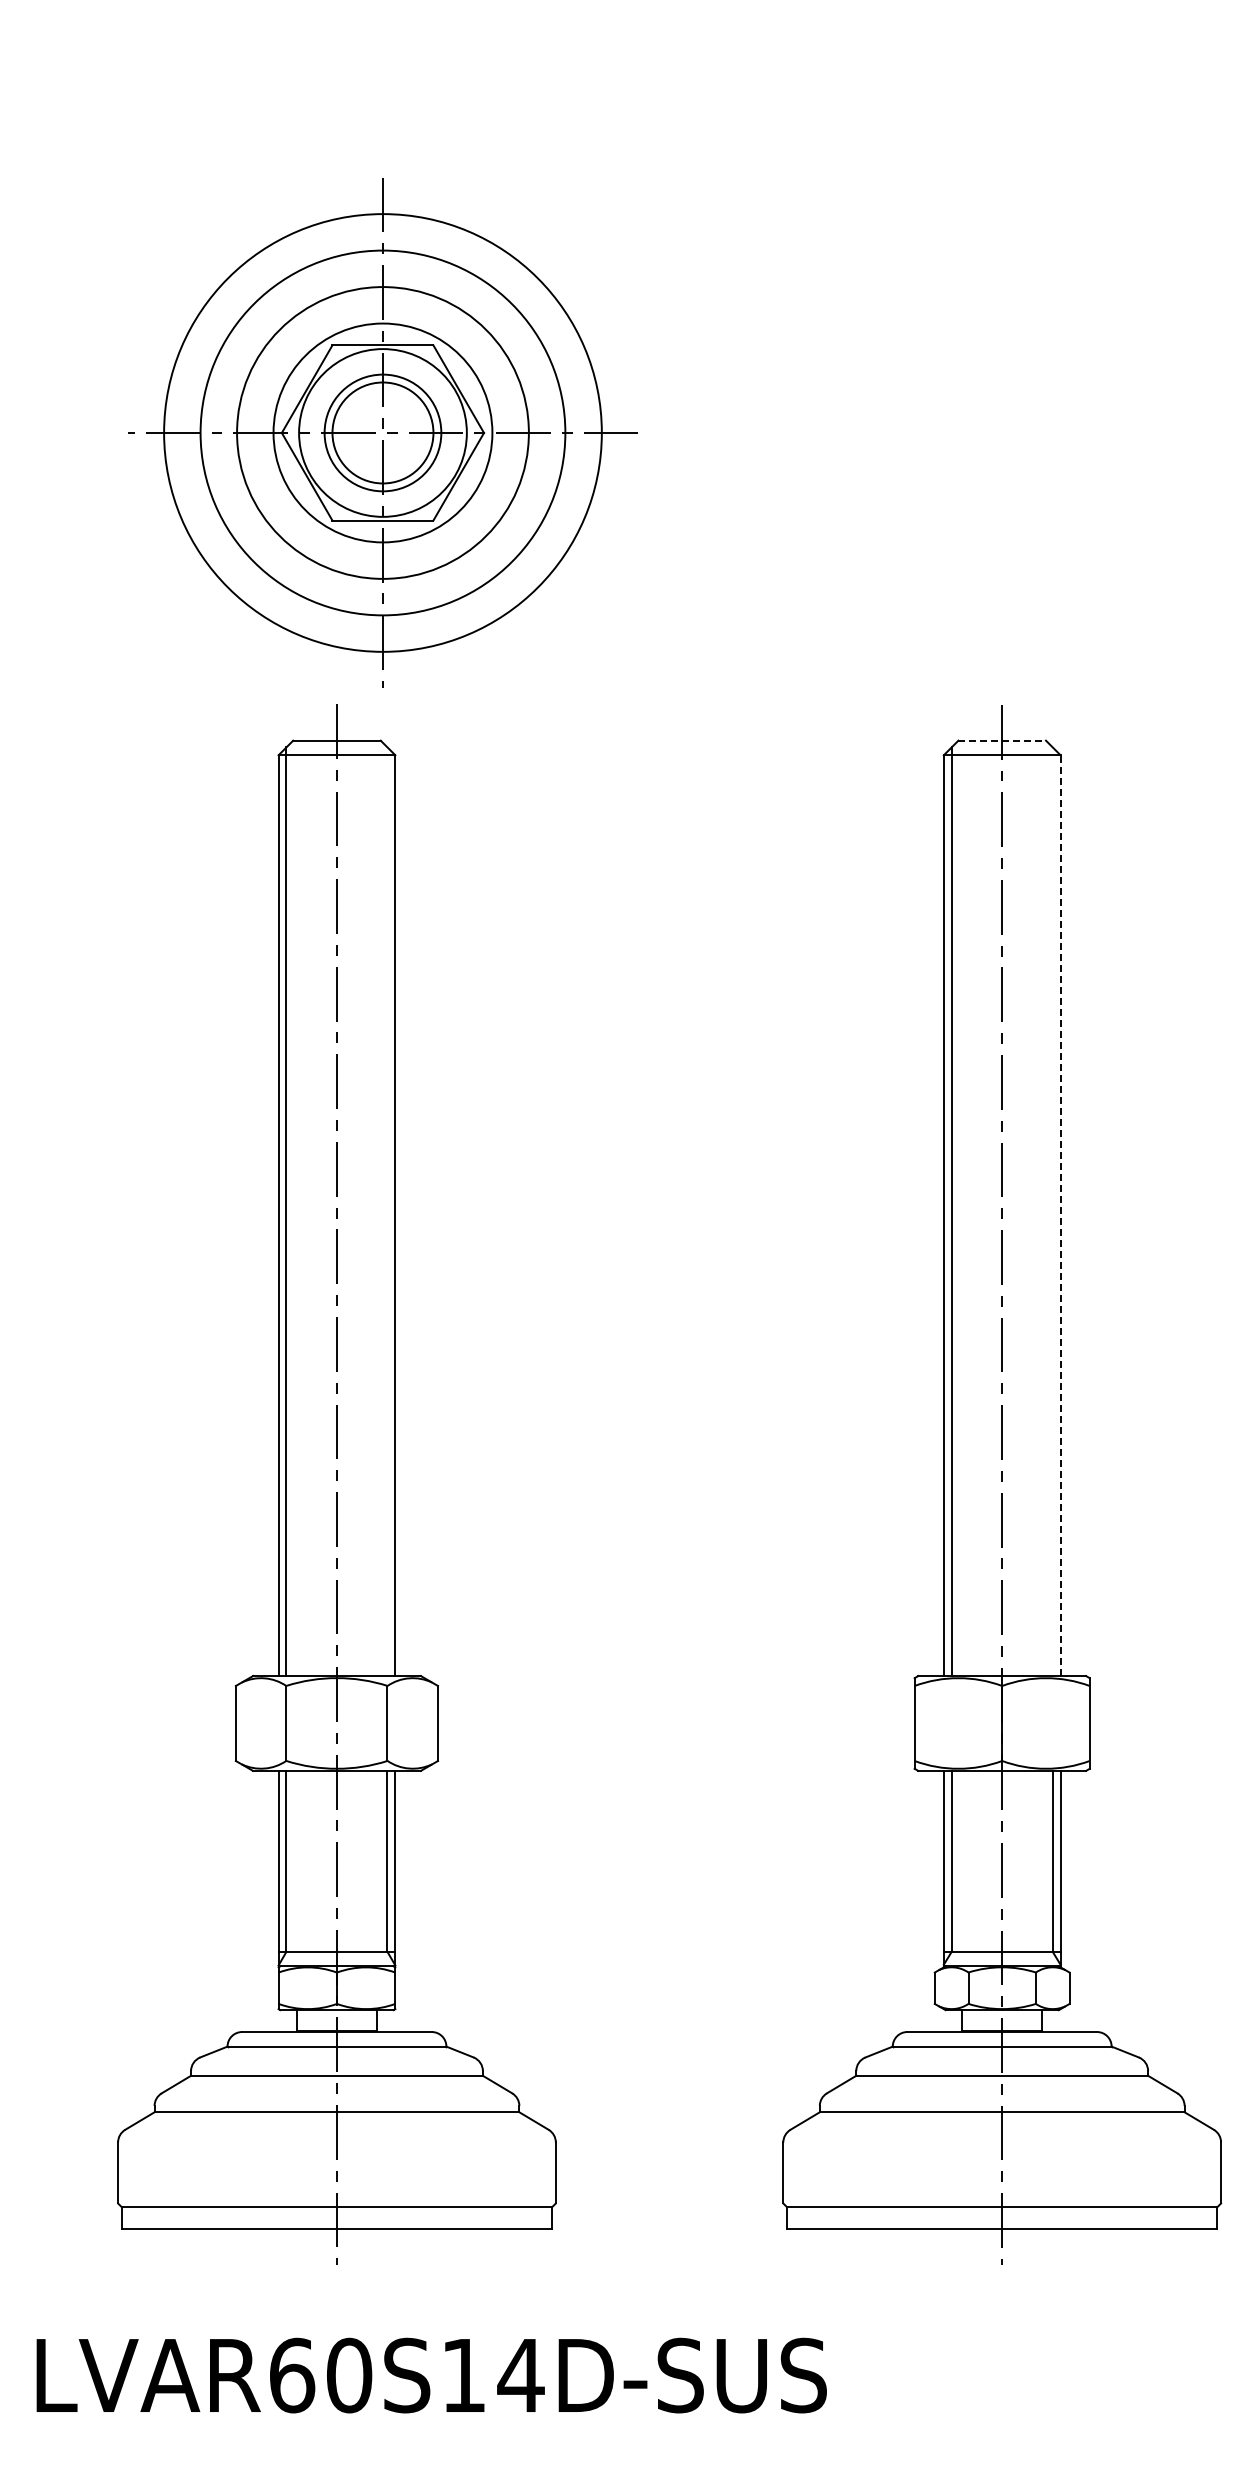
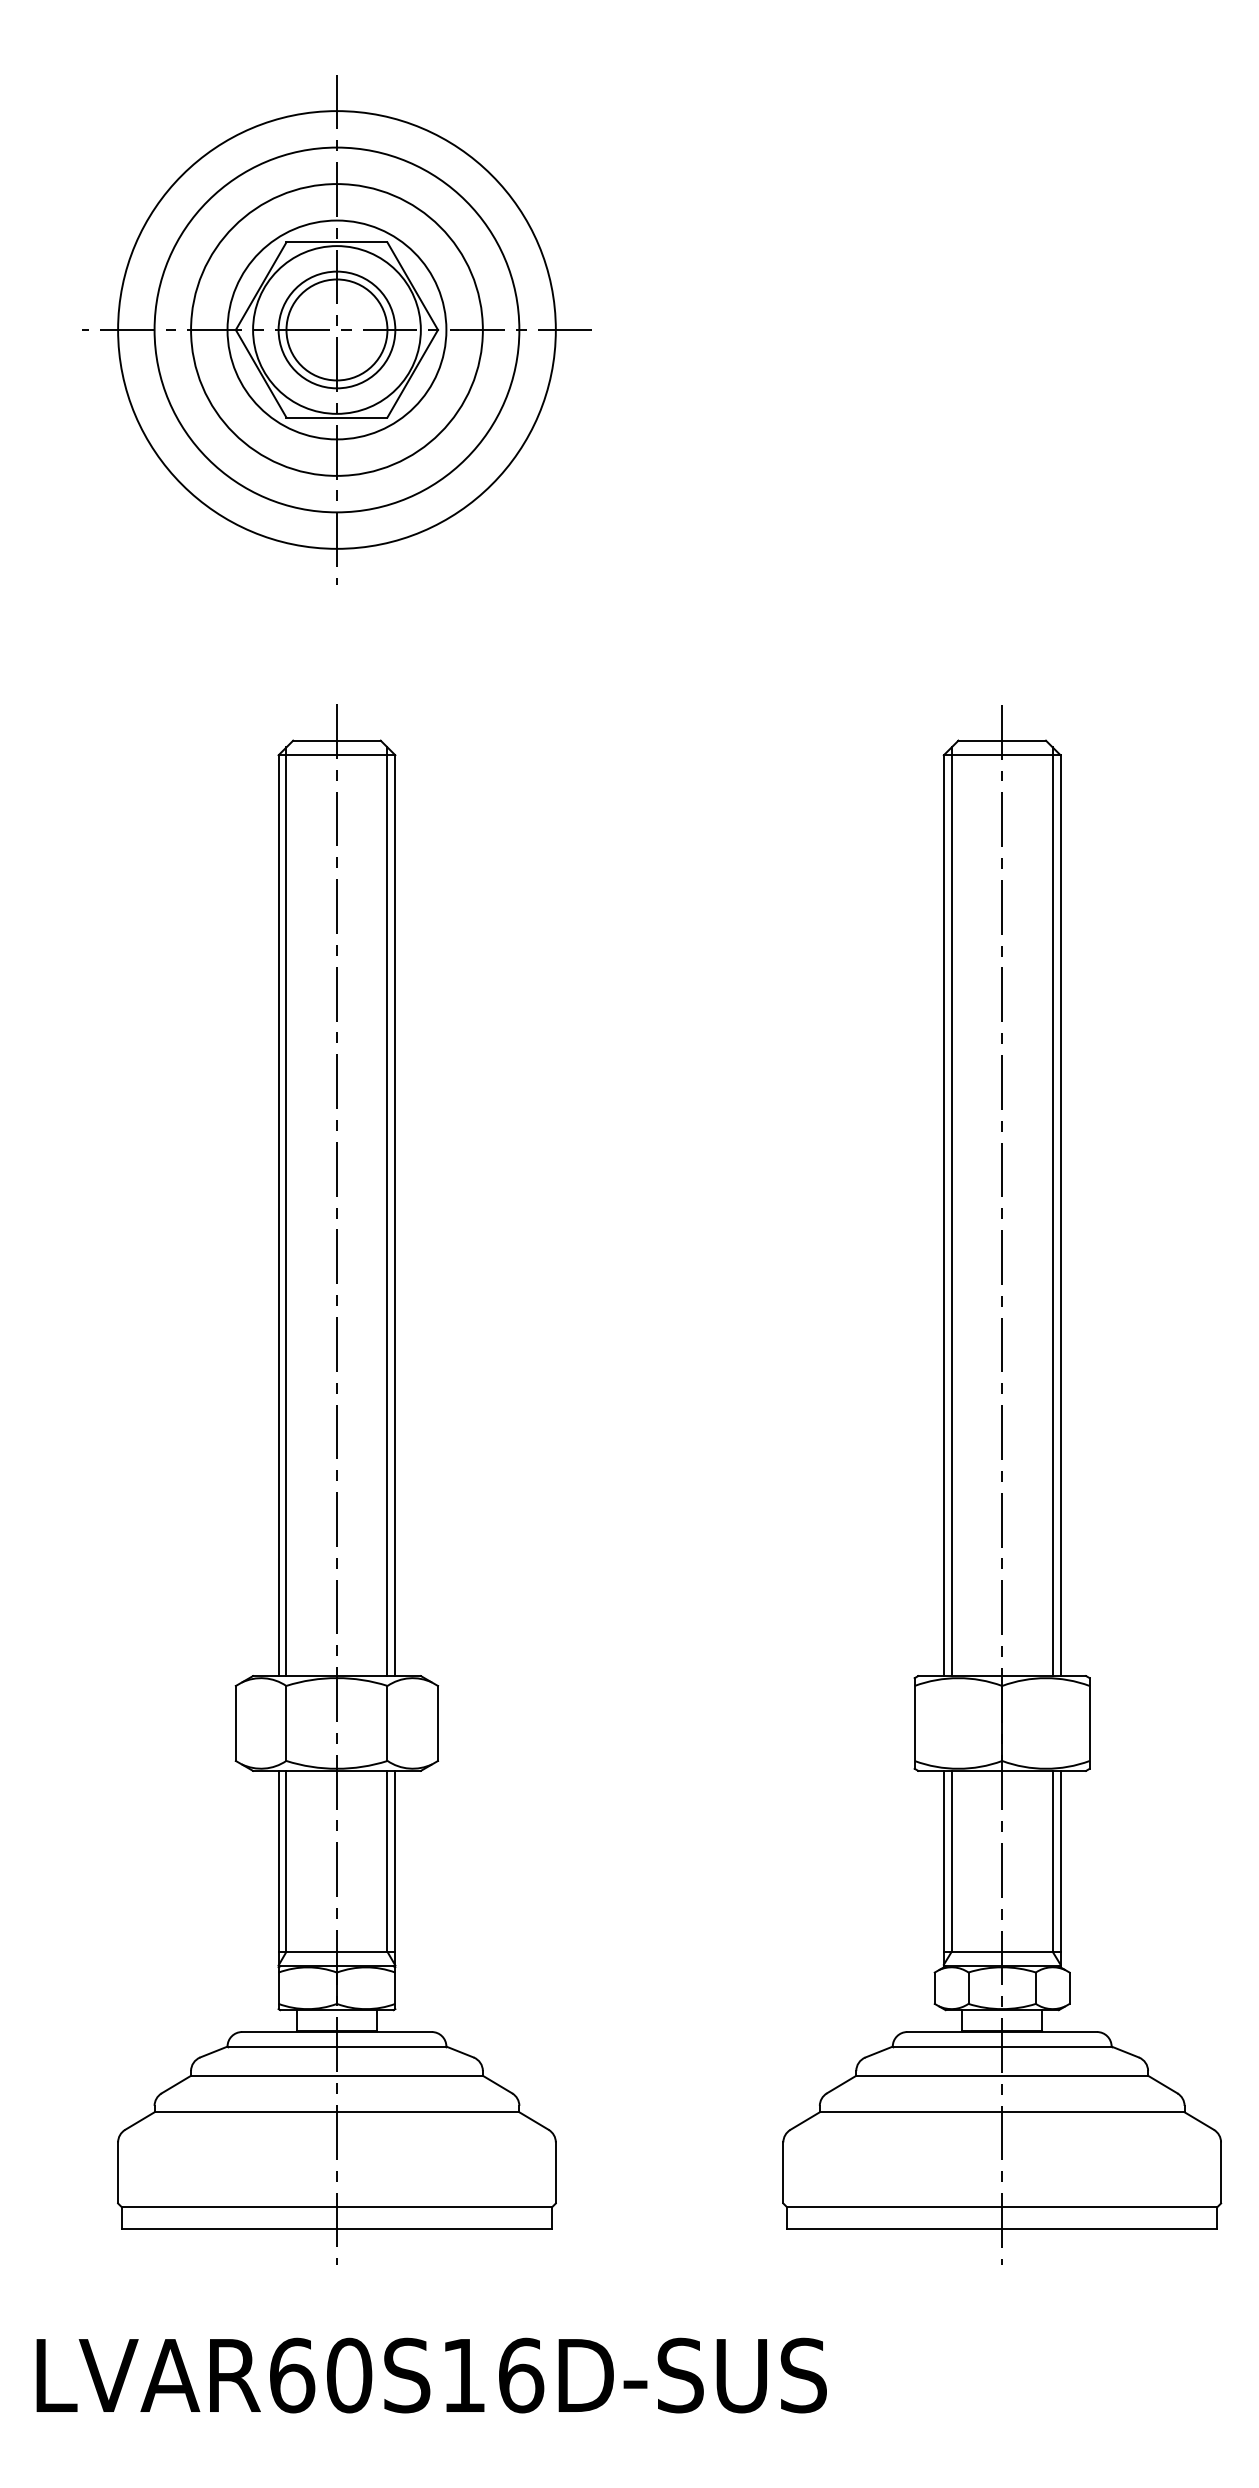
part at (382, 432) position: (382, 432) -> (336, 329)
line at (1002, 740): dashed -> solid
line at (387, 1211): none -> present
line at (1052, 1211): none -> present
line at (1060, 1215): dashed -> solid
text at (520, 2375): LVAR60S14D-SUS -> LVAR60S16D-SUS
